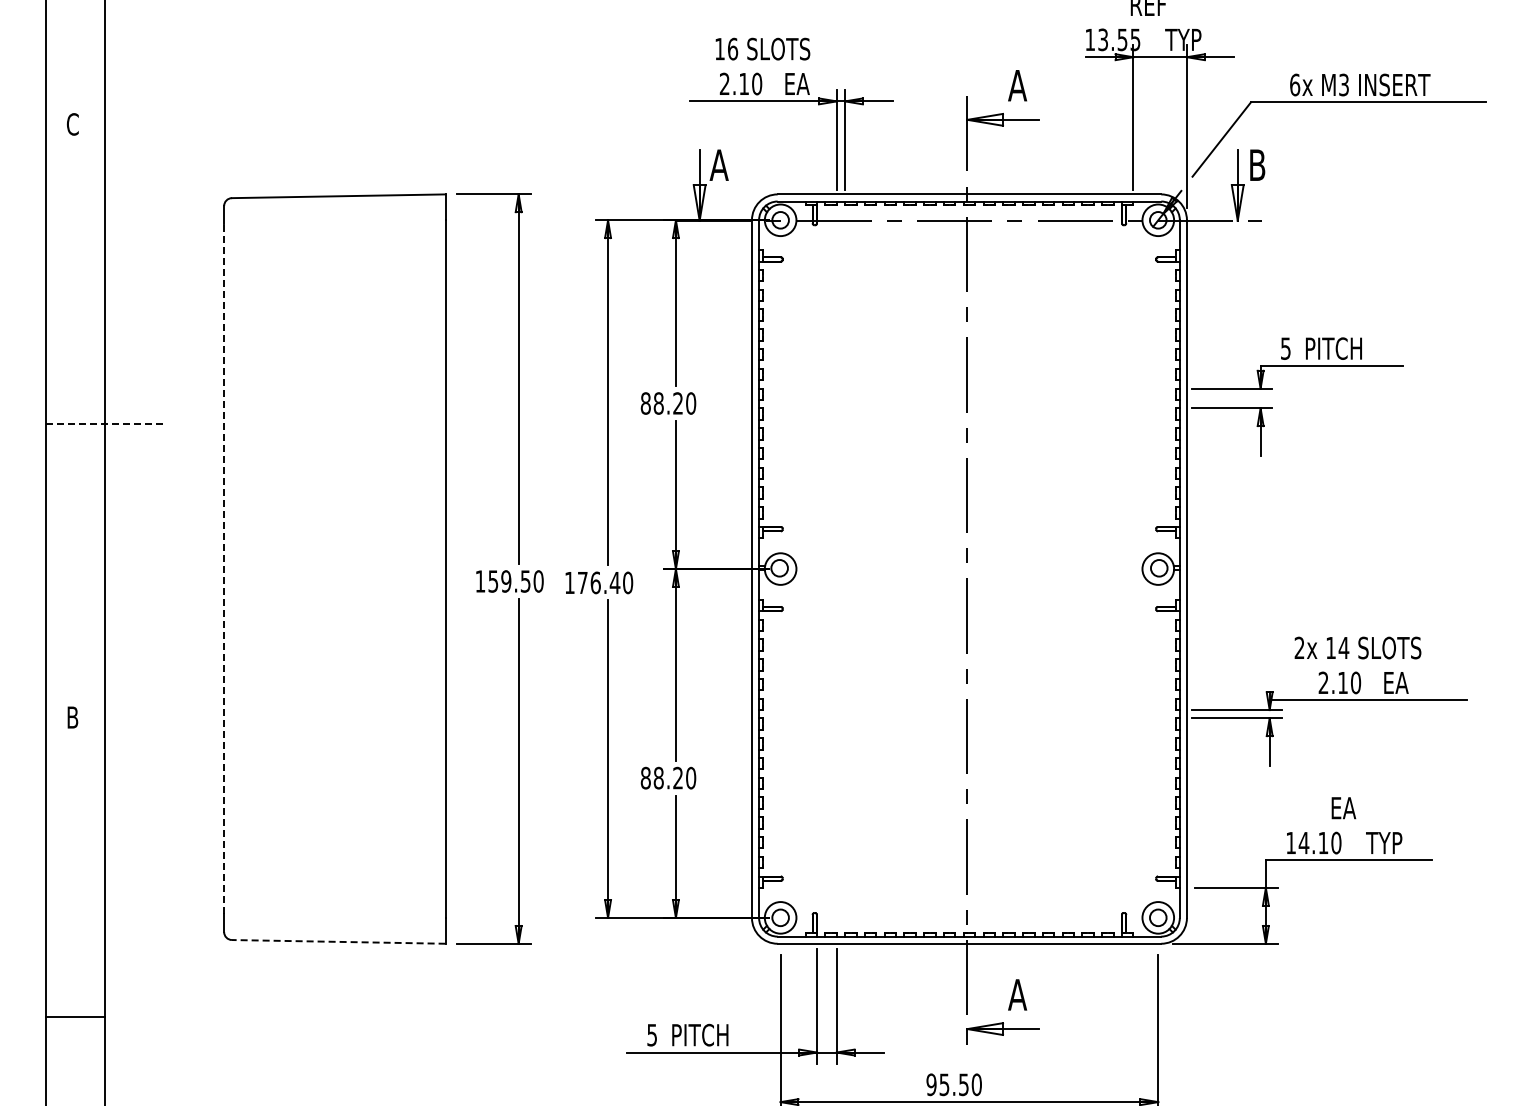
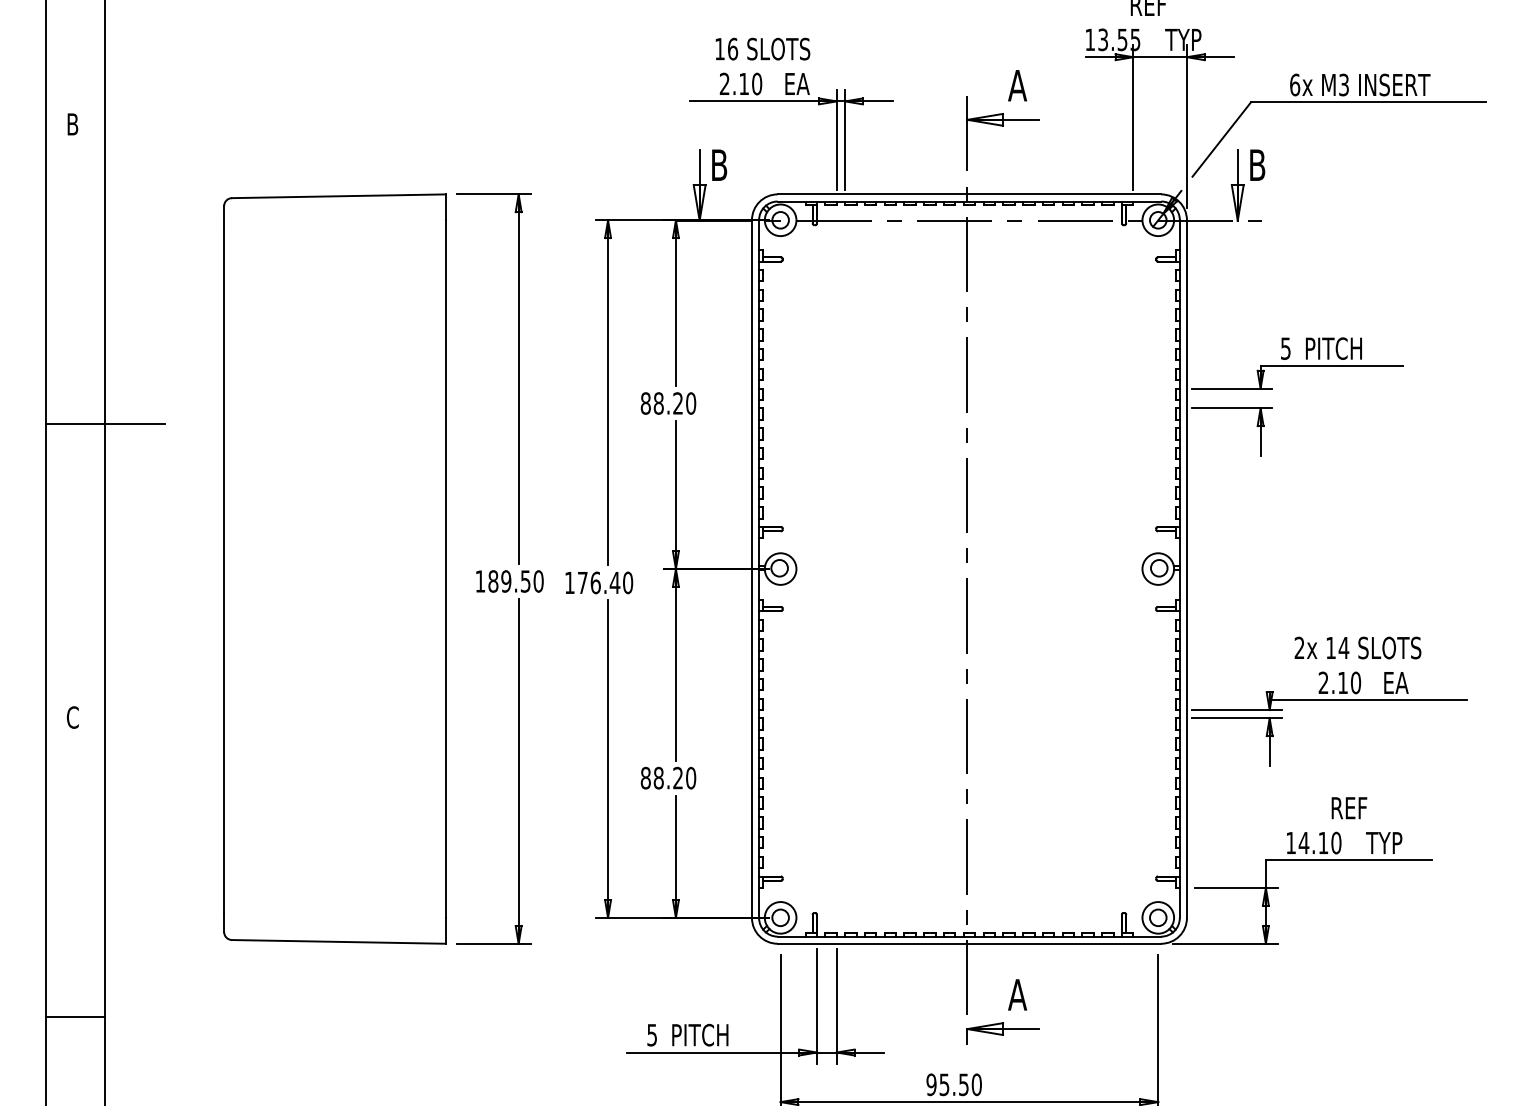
text at (72, 124): C -> B
text at (718, 164): A -> B
line at (105, 423): dashed -> solid
line at (224, 568): dashed -> solid
text at (493, 581): 159.50 -> 189.50
text at (72, 717): B -> C
text at (1350, 808): EA -> REF
line at (338, 941): dashed -> solid
